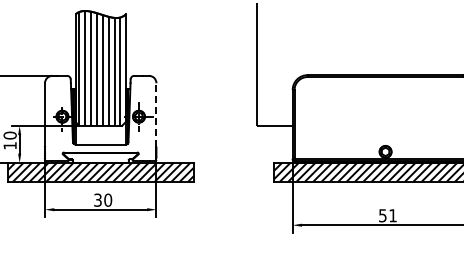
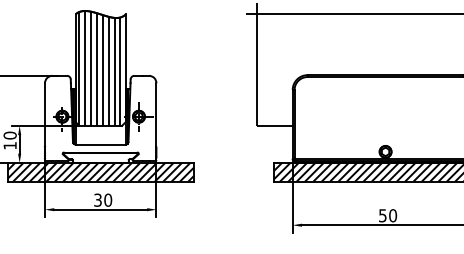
line at (353, 14): none -> present
line at (156, 114): dashed -> solid
text at (393, 215): 51 -> 50
